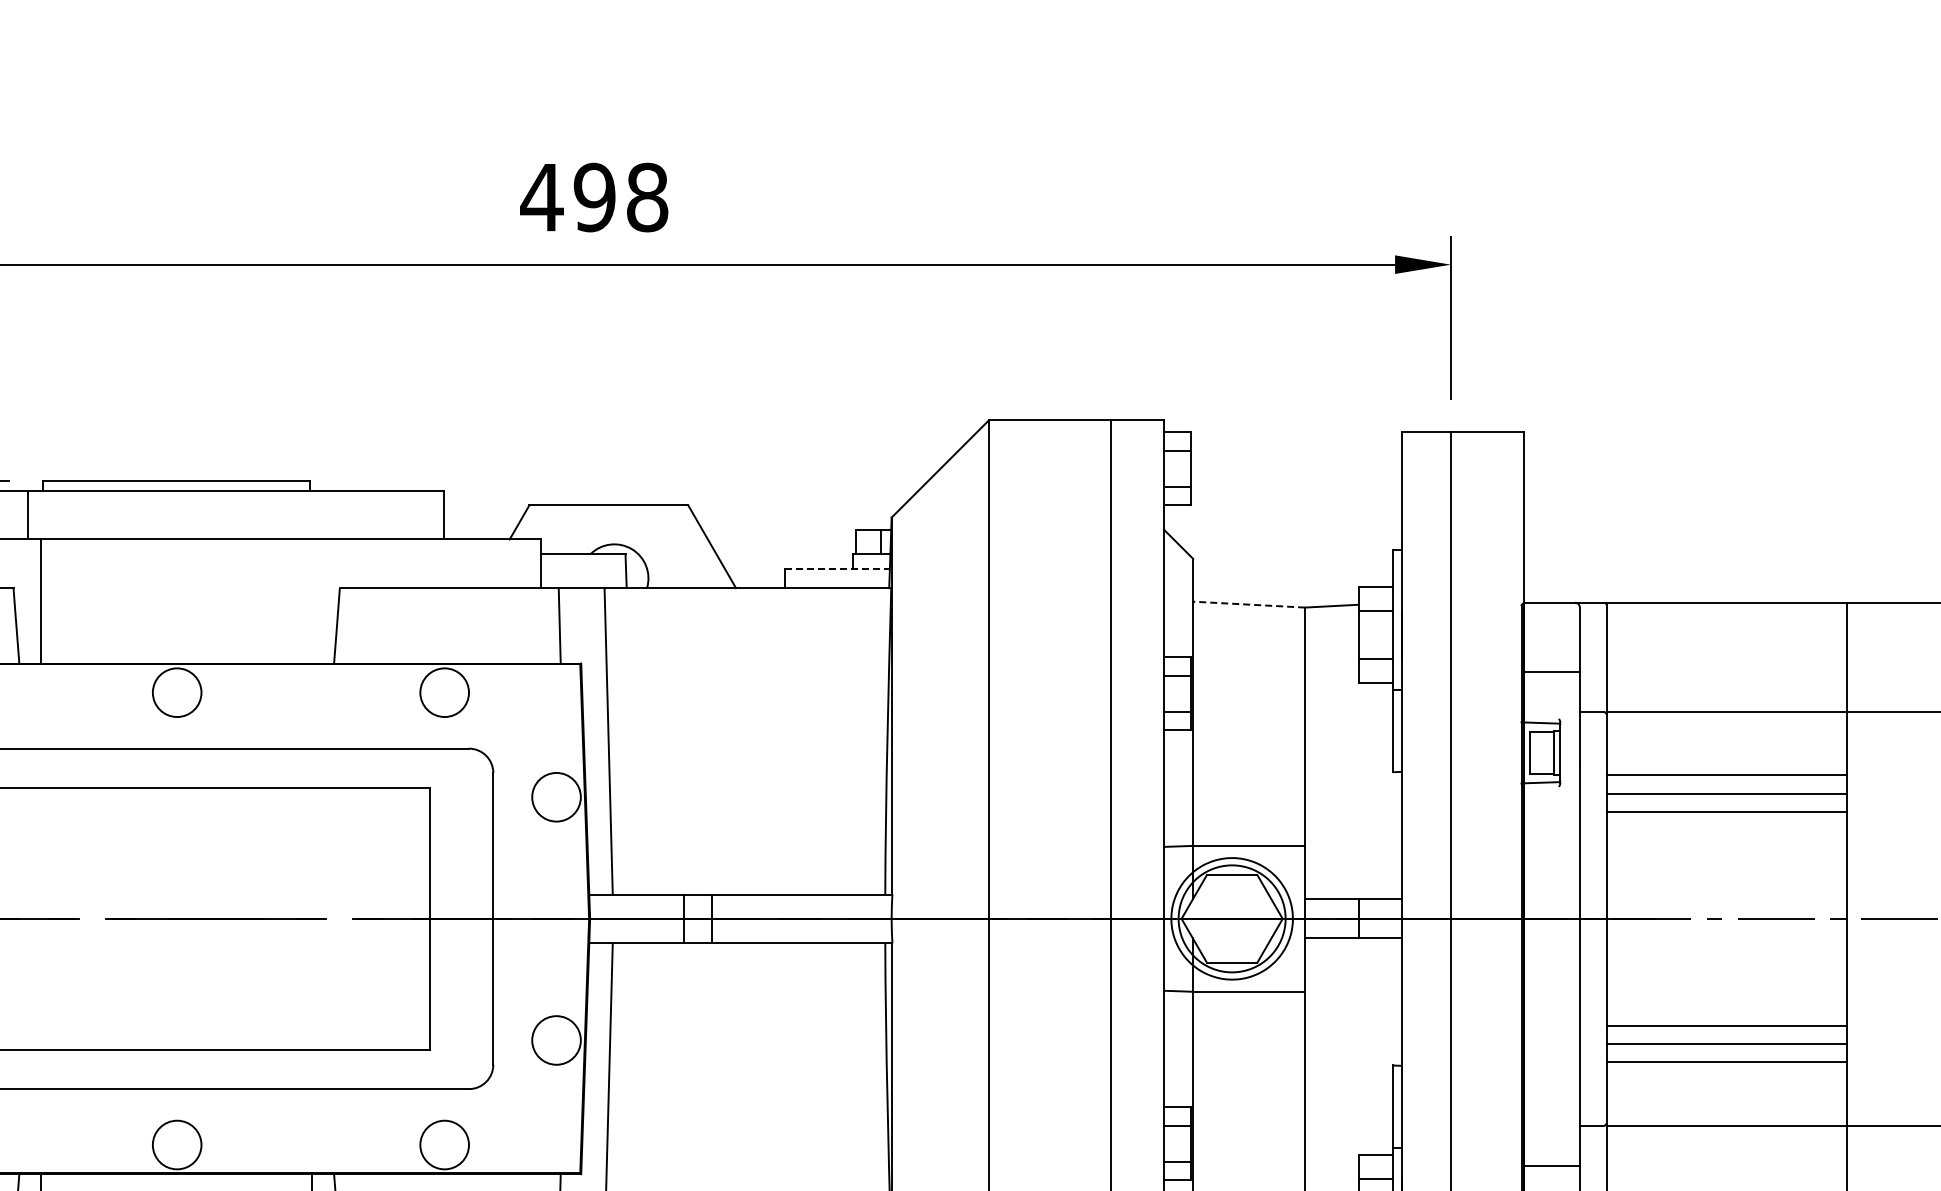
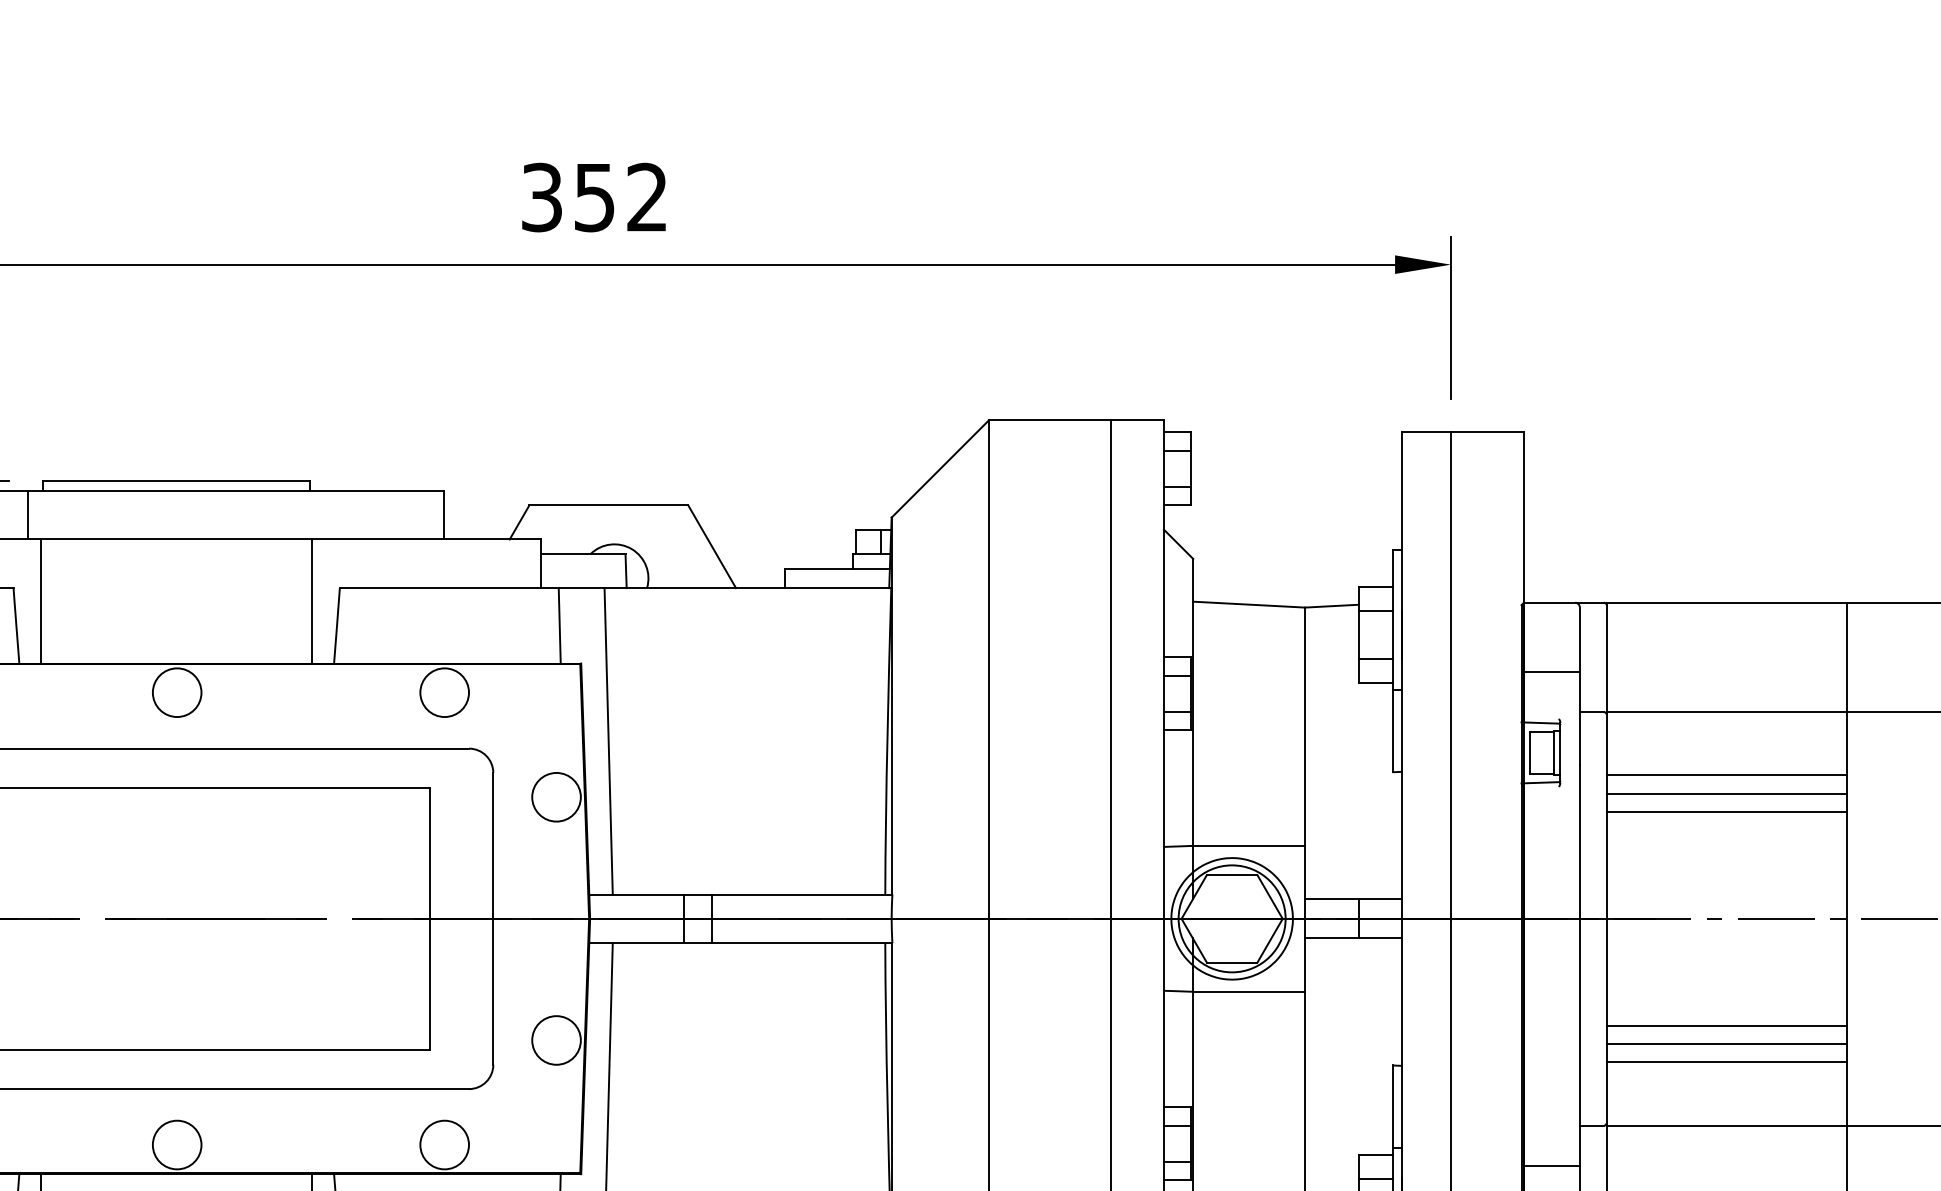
text at (594, 197): 498 -> 352
line at (837, 568): dashed -> solid
line at (312, 601): none -> present
line at (1248, 604): dashed -> solid
